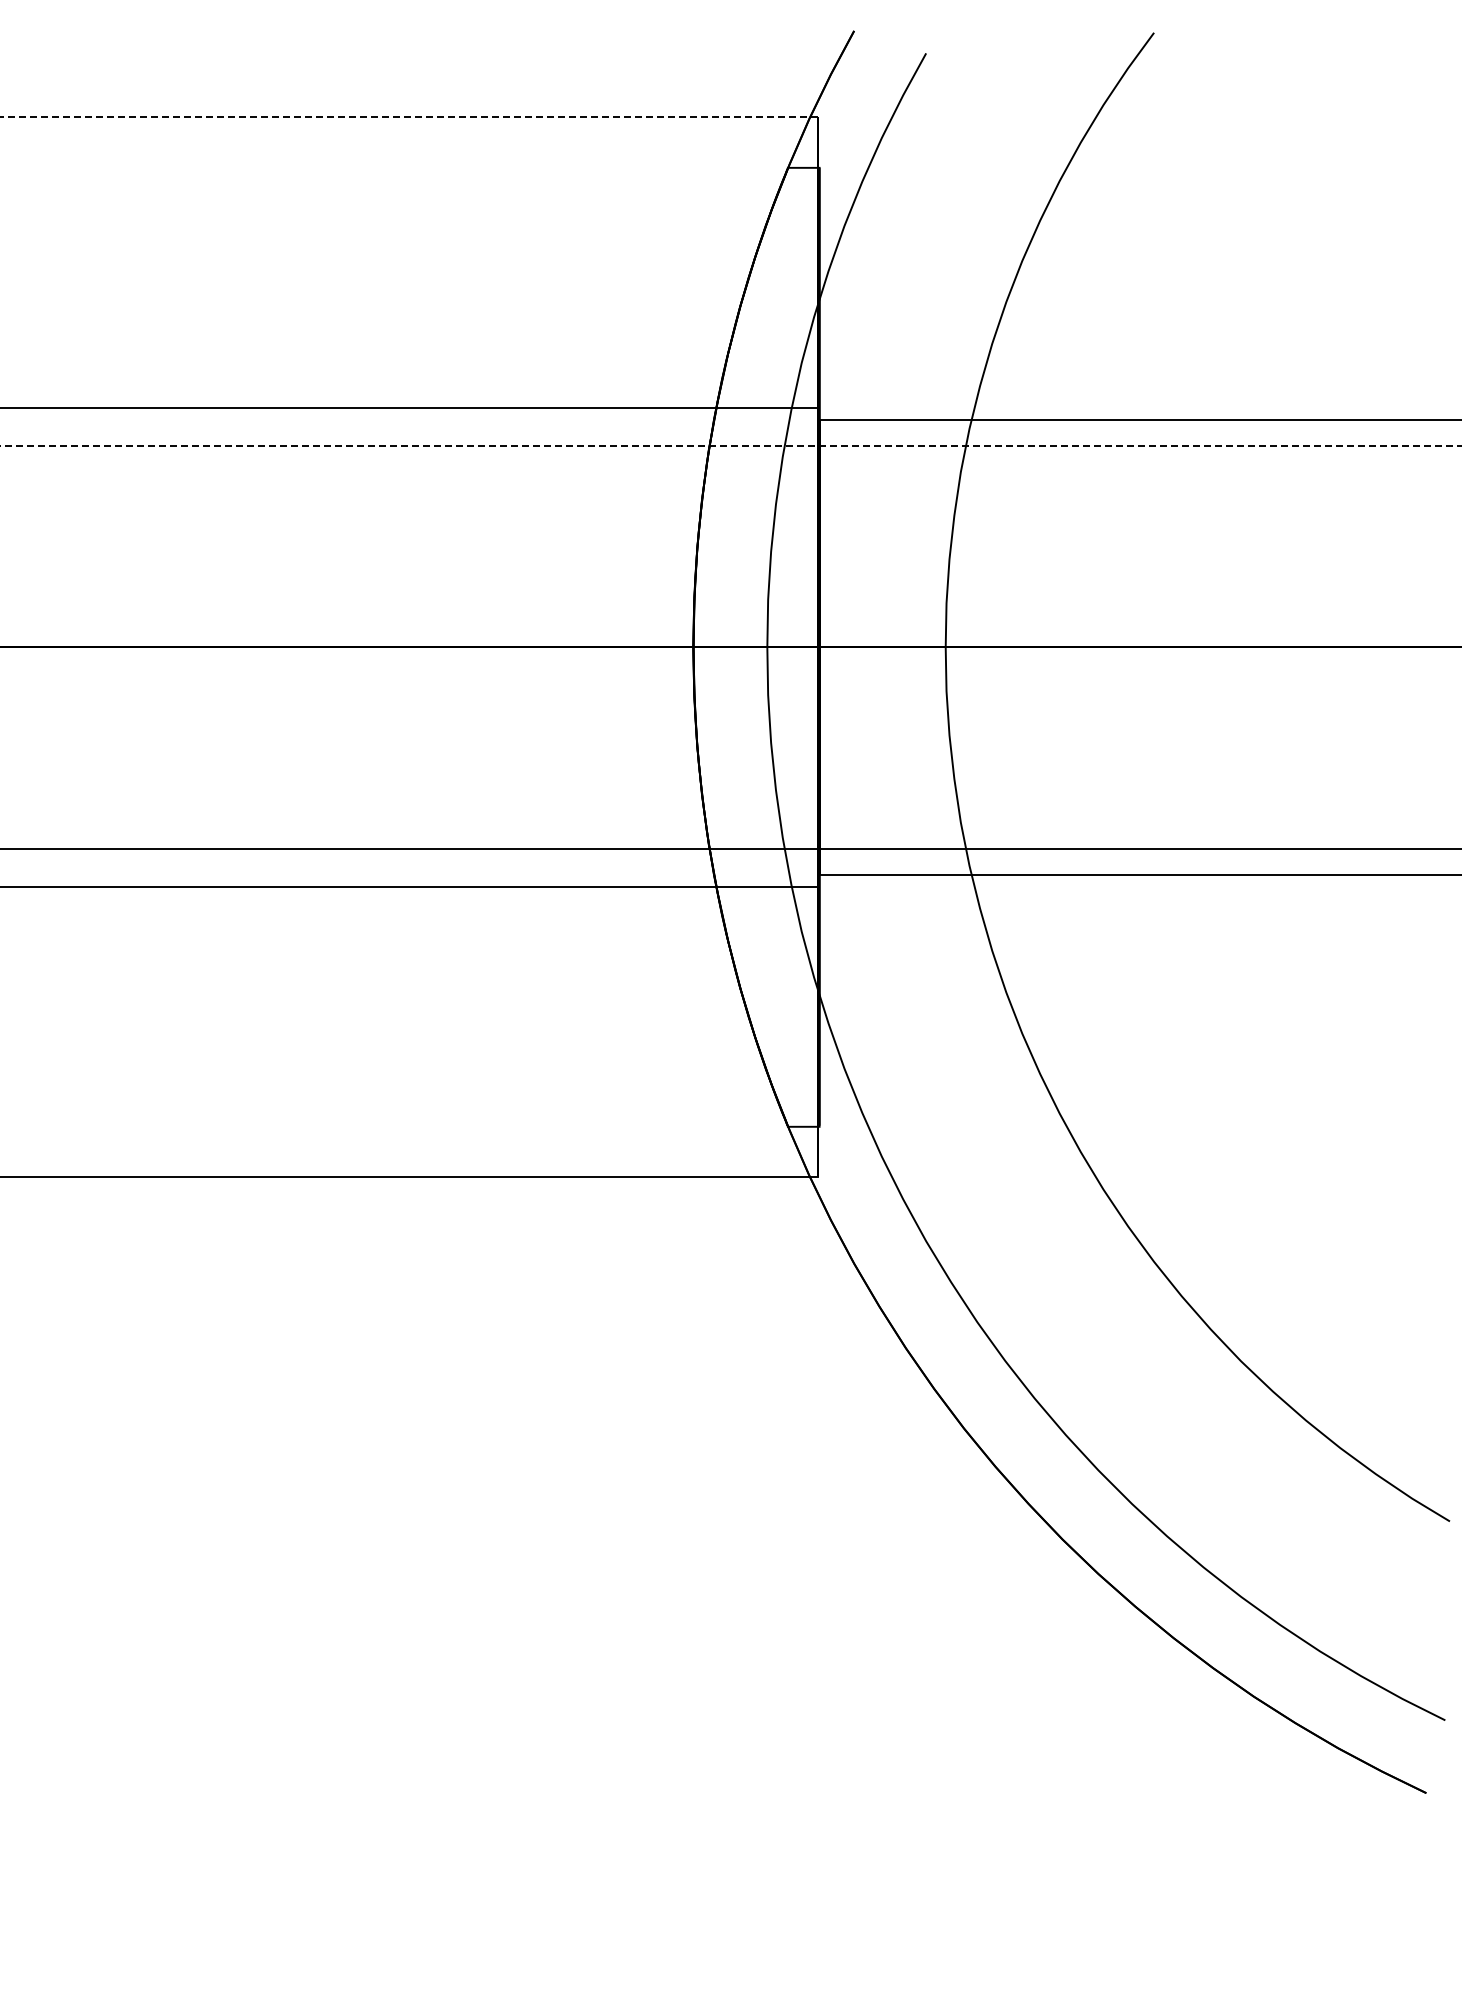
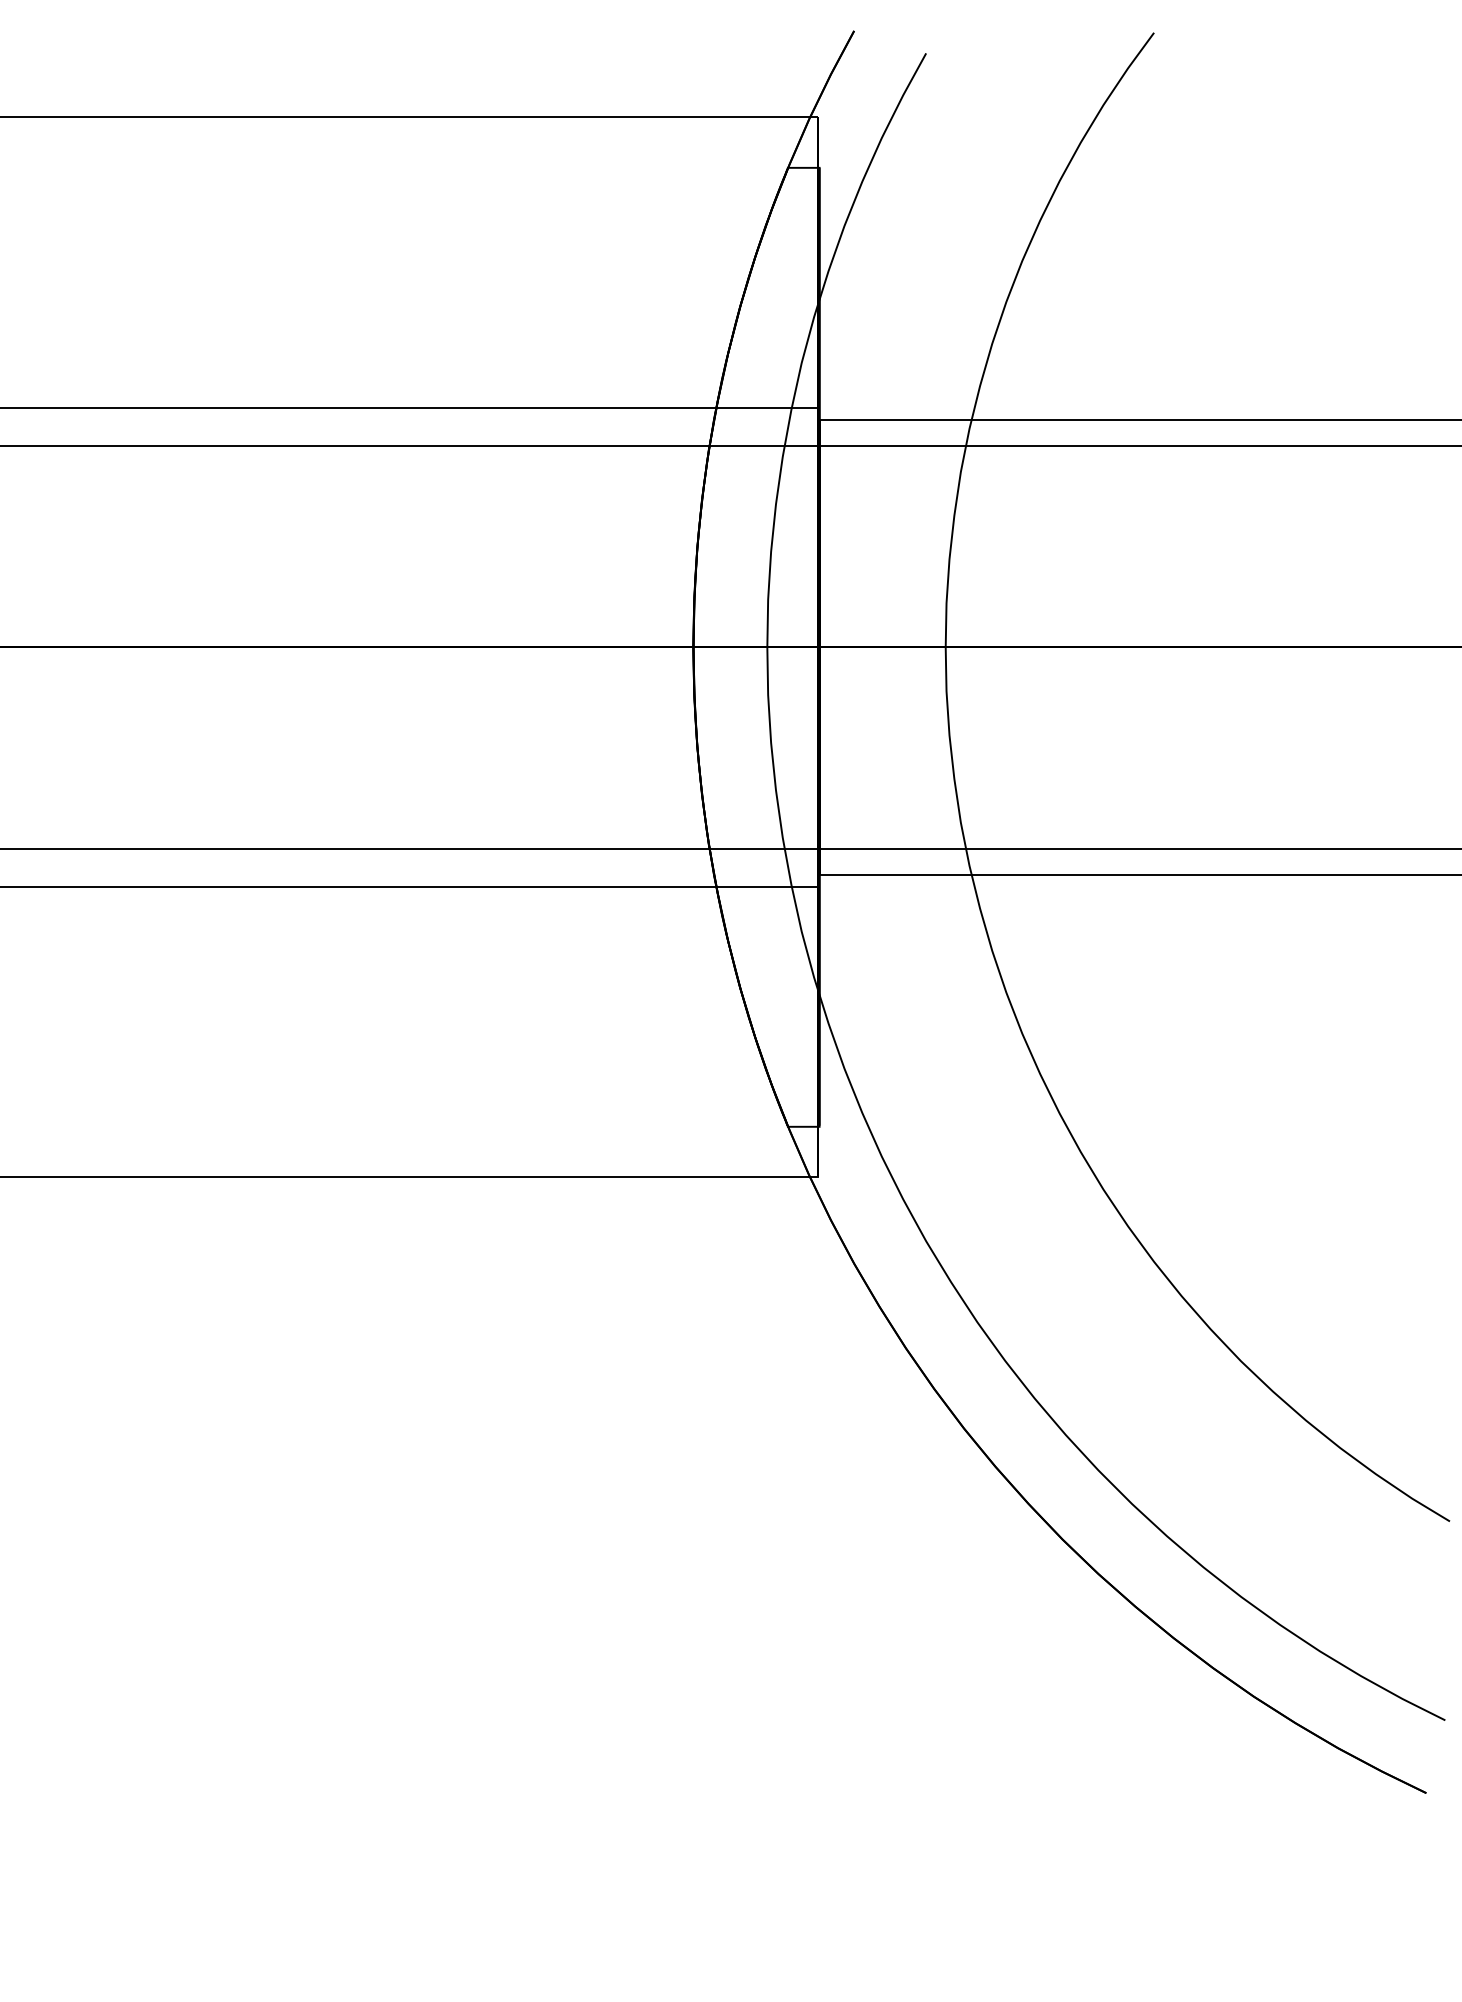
line at (409, 117): dashed -> solid
line at (731, 445): dashed -> solid
